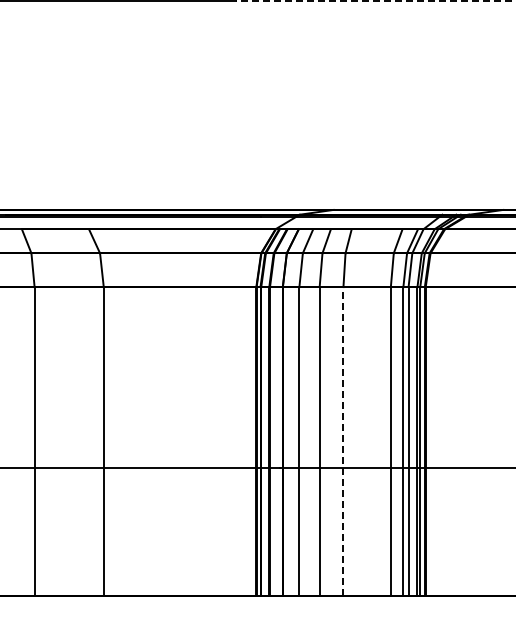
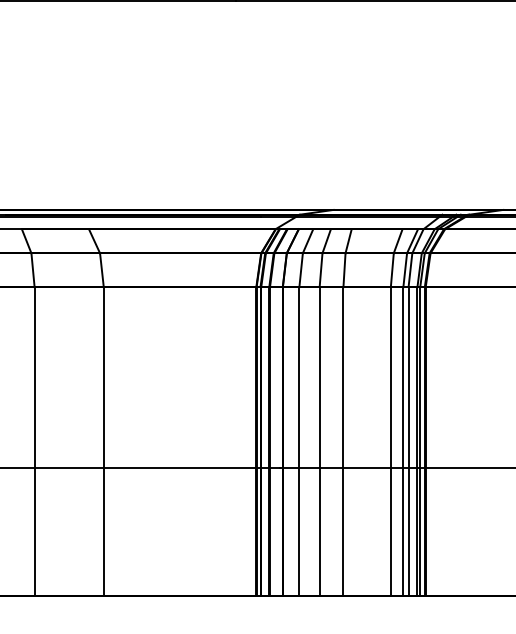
line at (375, 0): dashed -> solid
line at (343, 440): dashed -> solid
